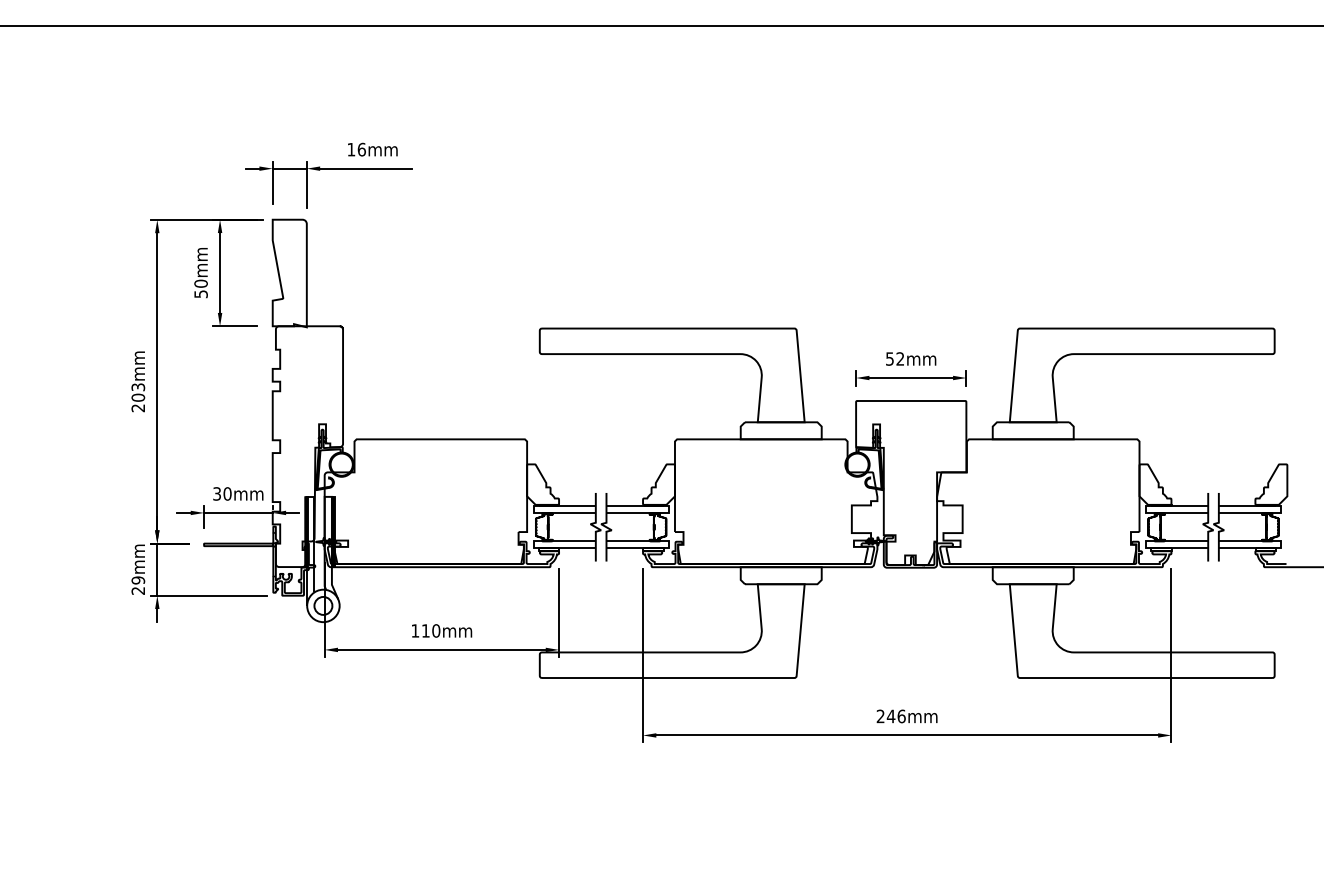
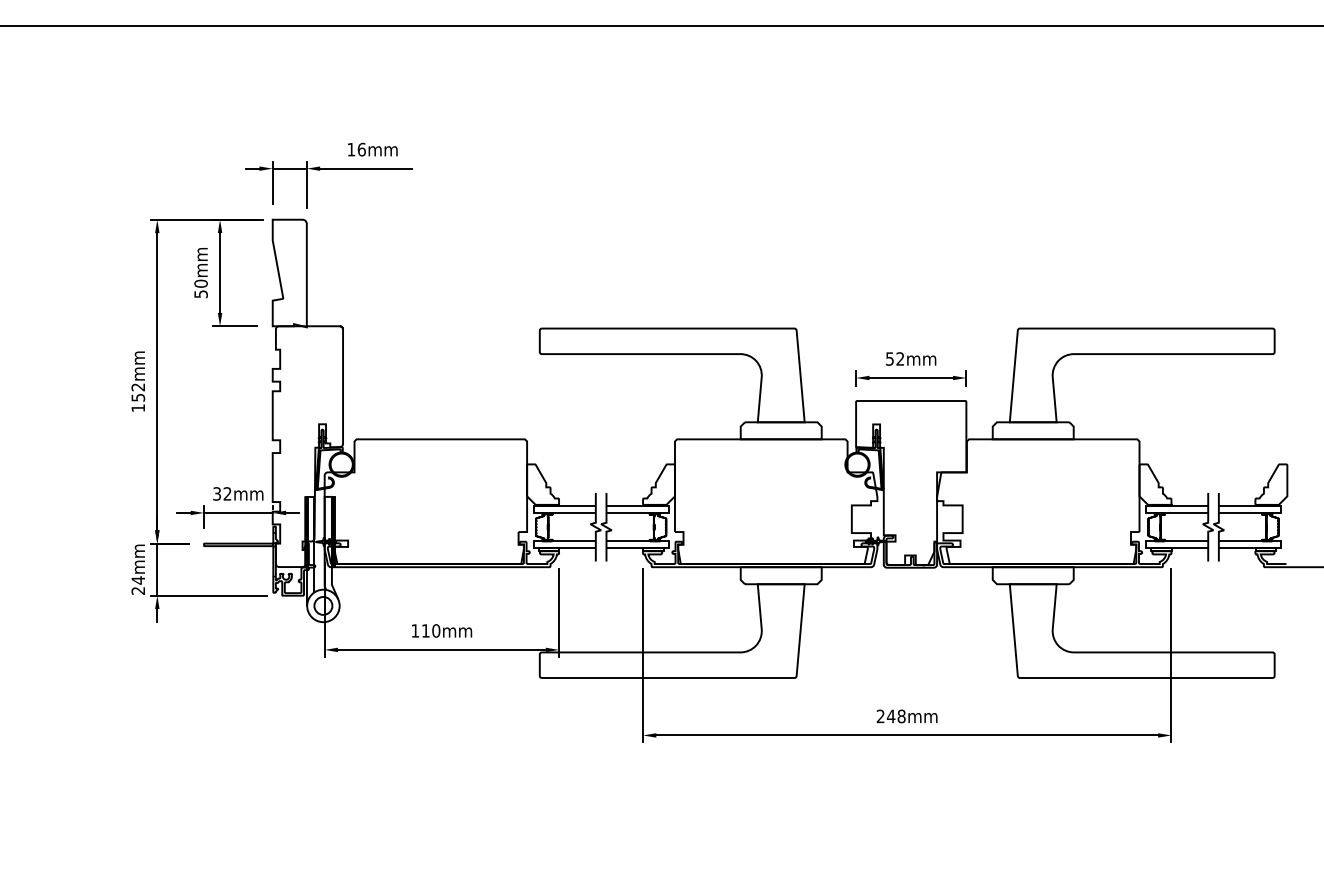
text at (138, 397): 203mm -> 152mm
text at (227, 493): 30mm -> 32mm
text at (138, 580): 29mm -> 24mm
text at (901, 716): 246mm -> 248mm
